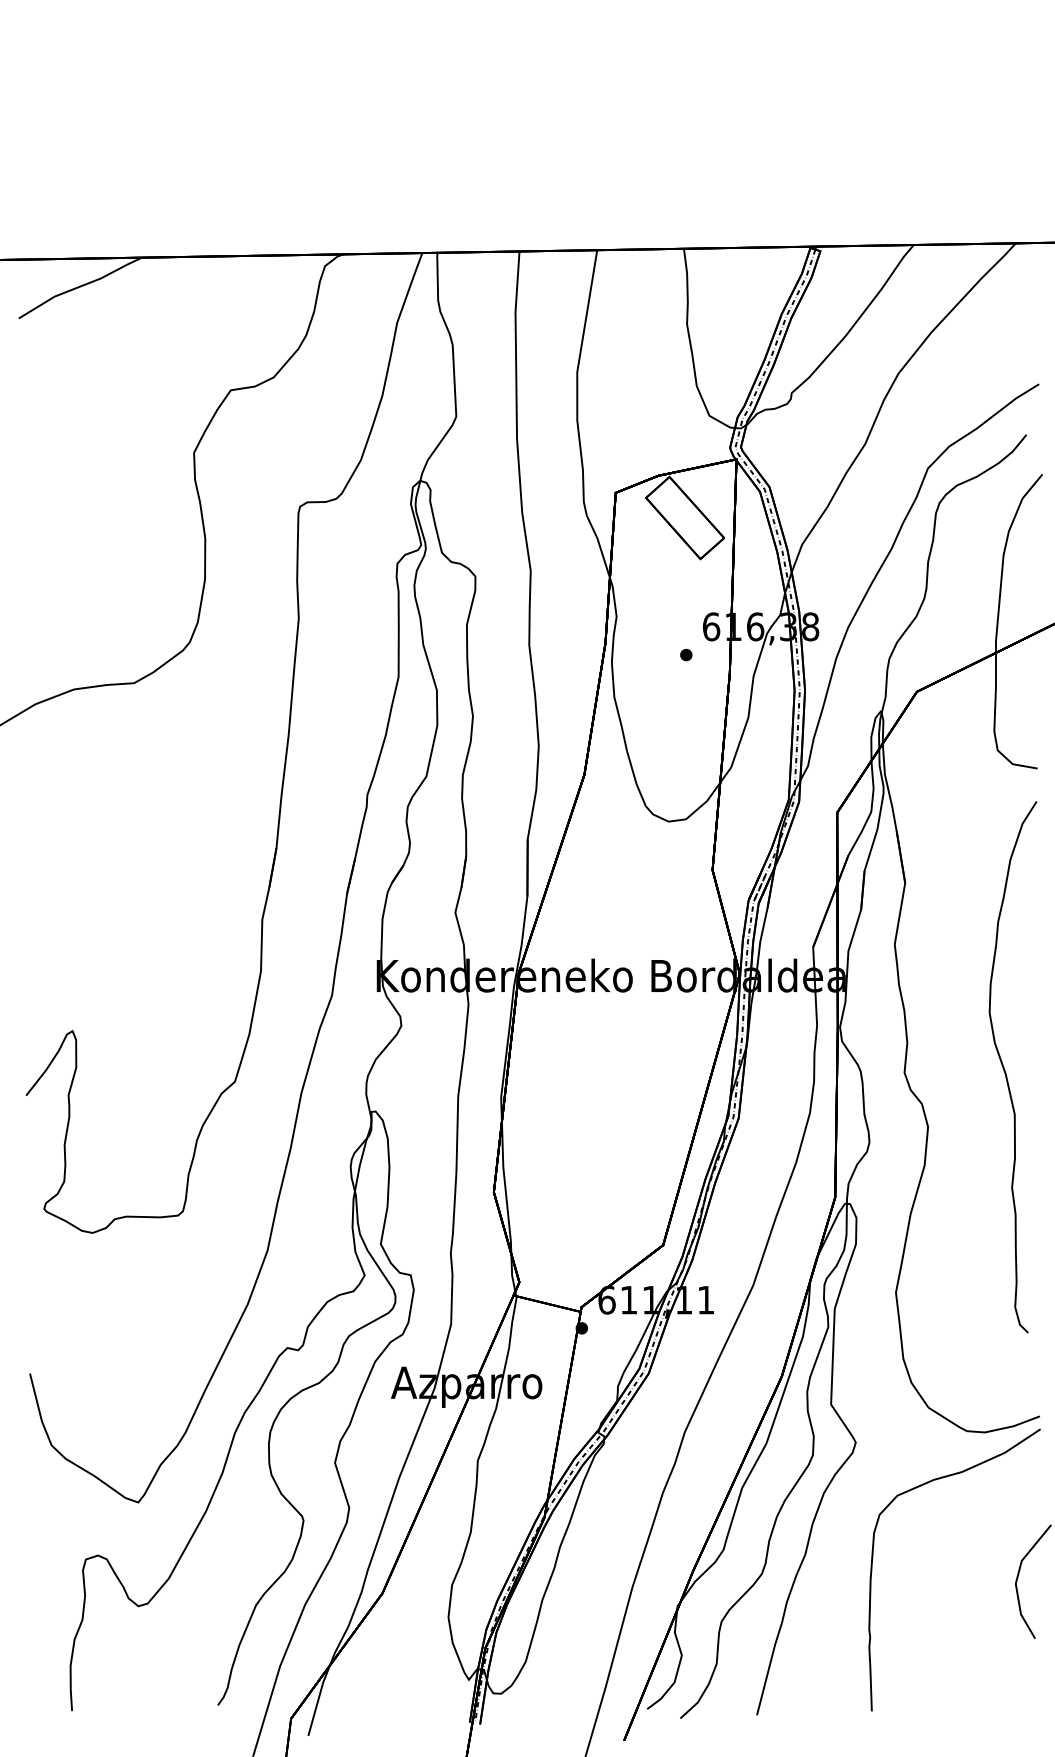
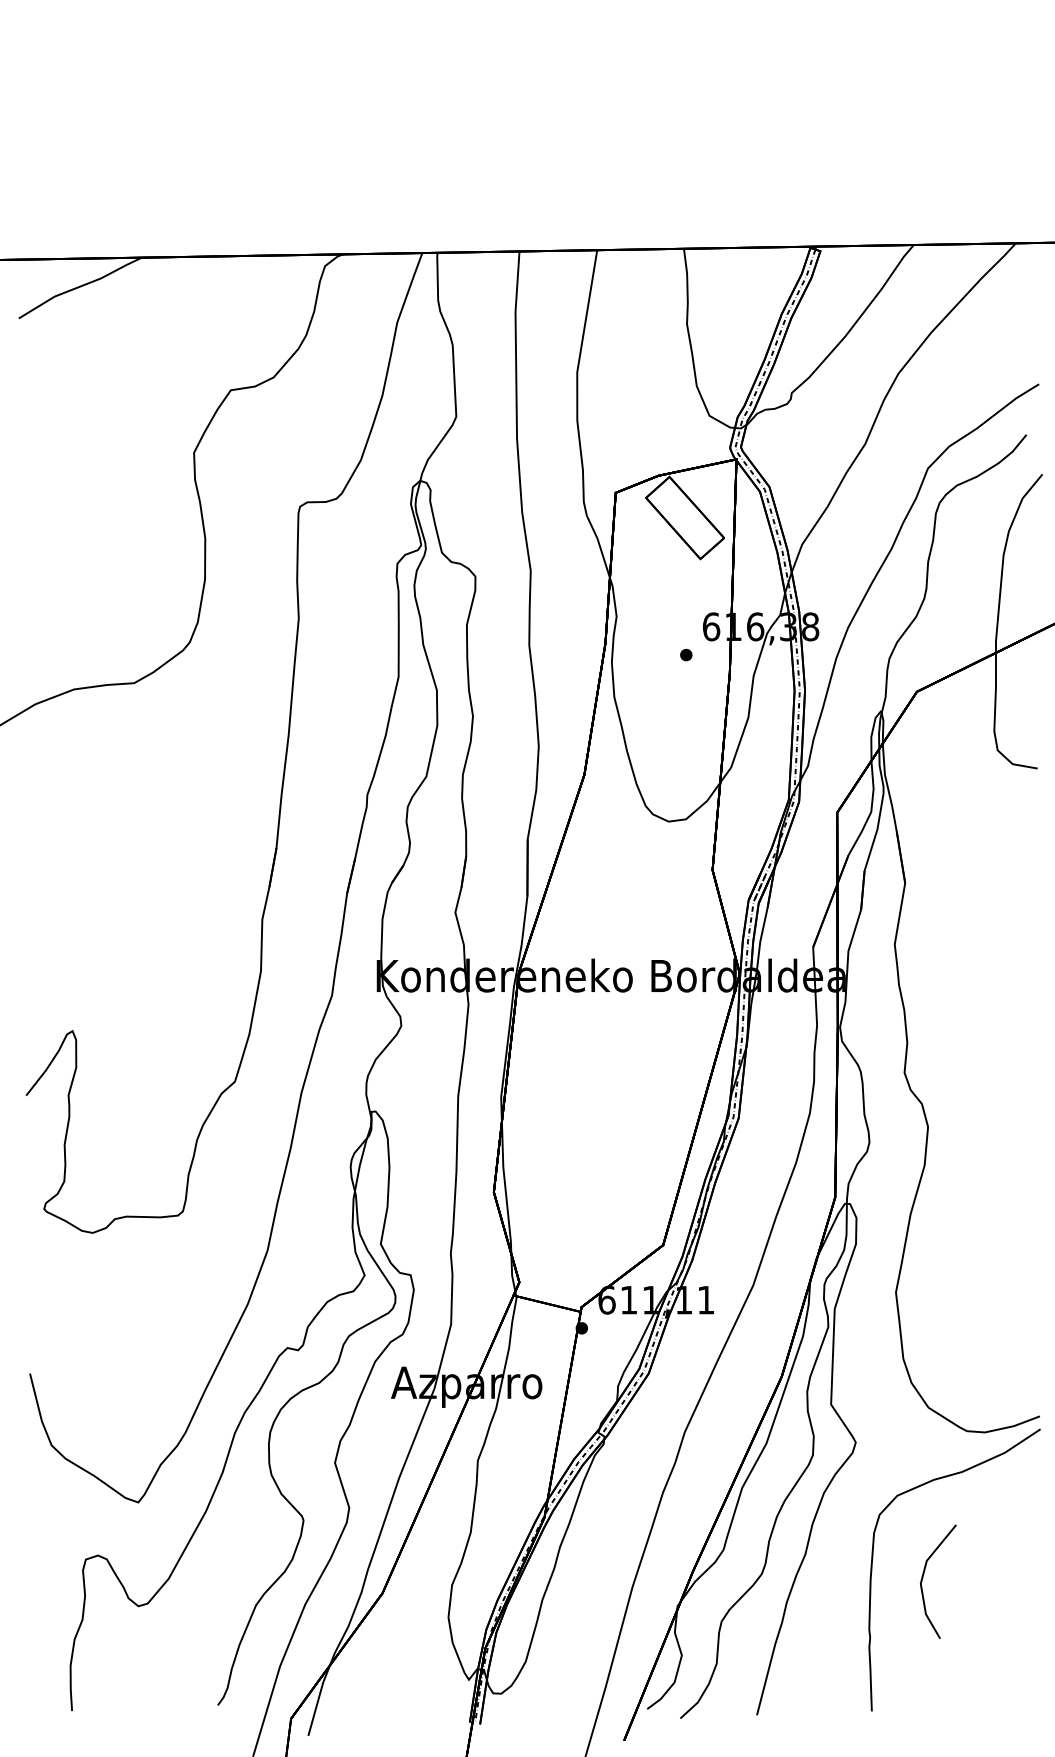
curve at (1005, 1069): present -> none
line at (1018, 1578) position: (1018, 1578) -> (923, 1578)
